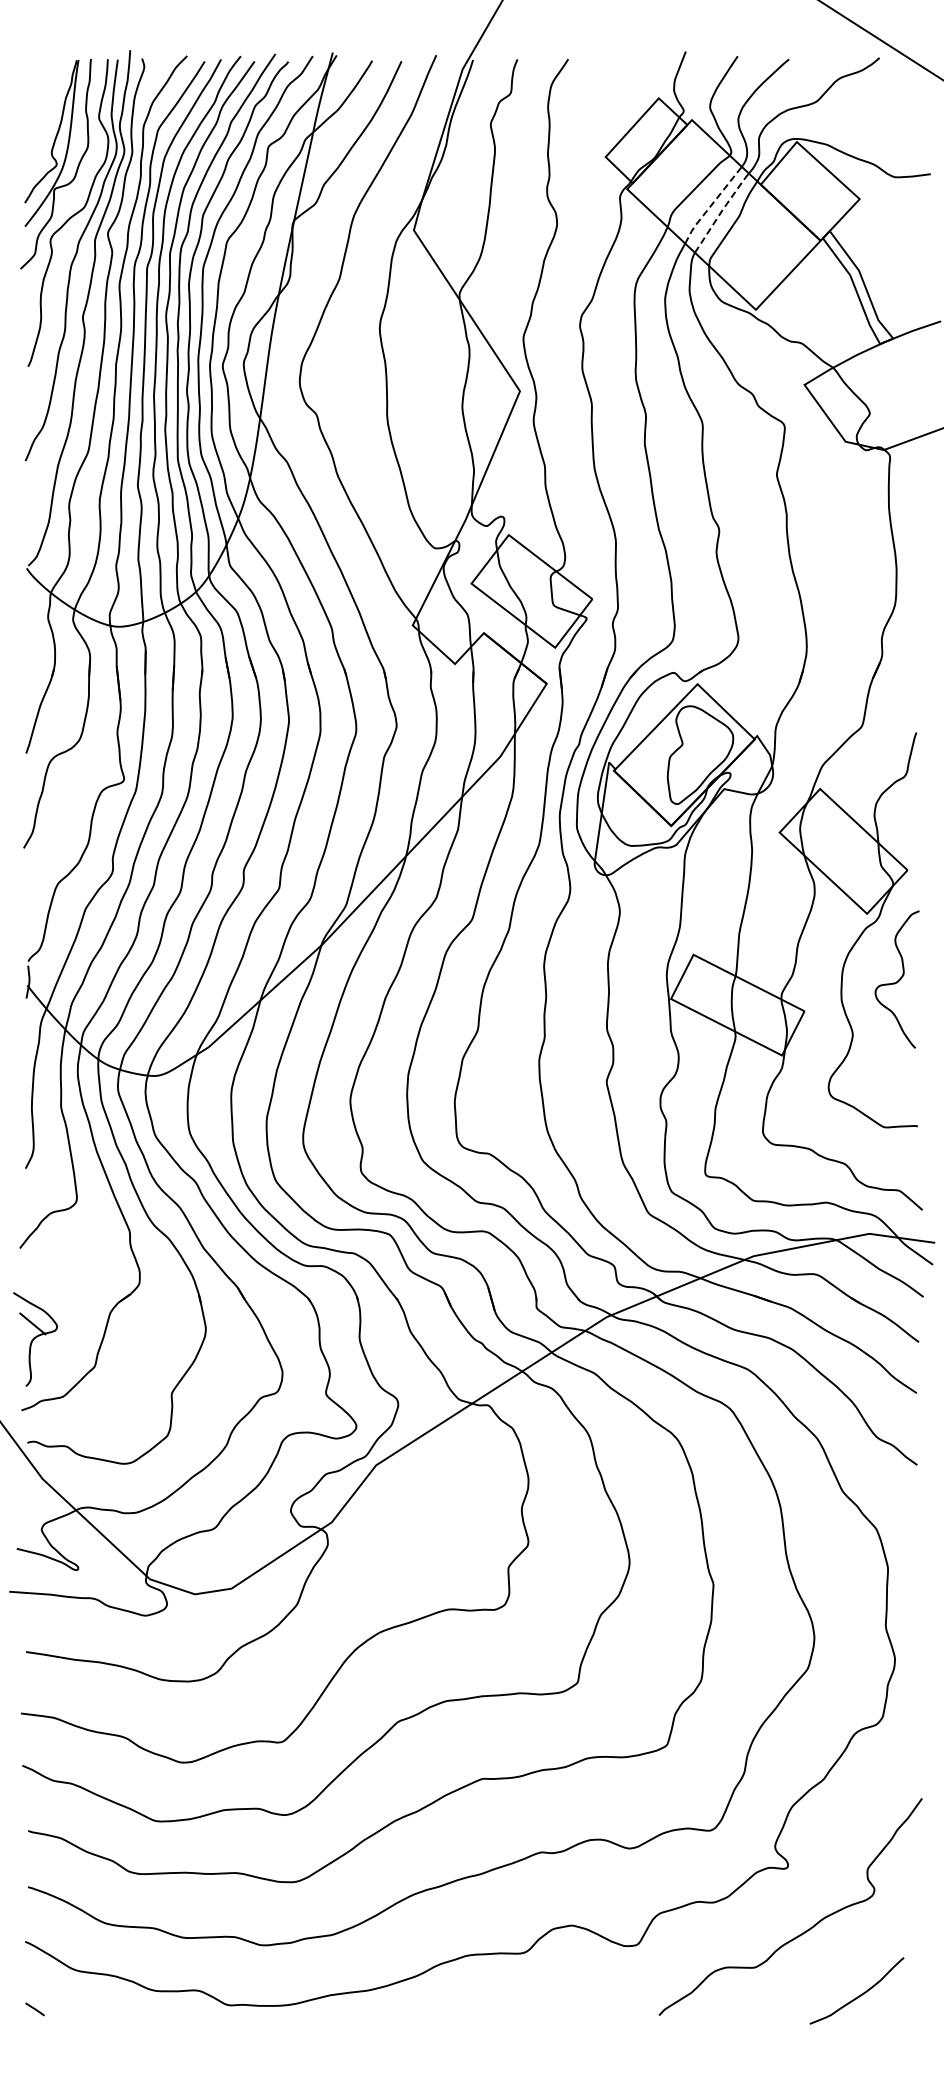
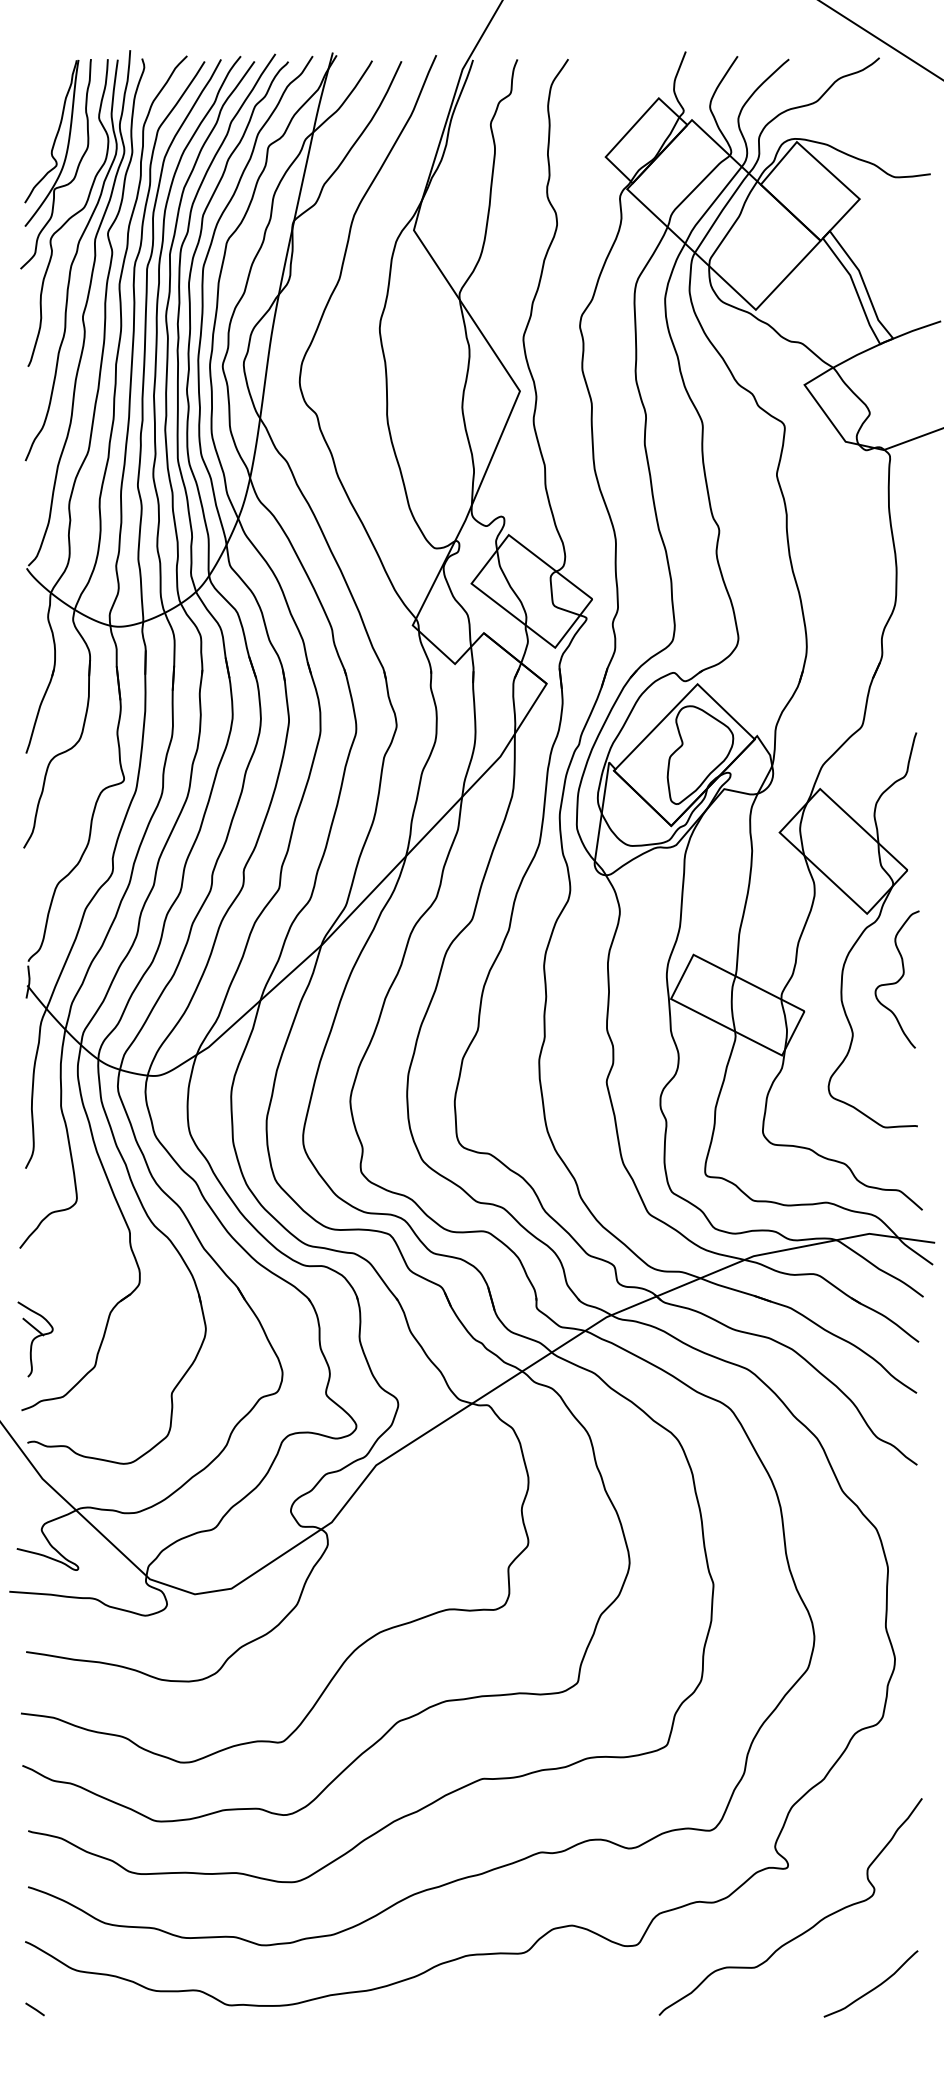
line at (711, 205): dashed -> solid
line at (722, 210): dashed -> solid
part at (35, 1339) size: 45x95 px -> 37x77 px
curve at (858, 1995) position: (858, 1995) -> (872, 1988)
